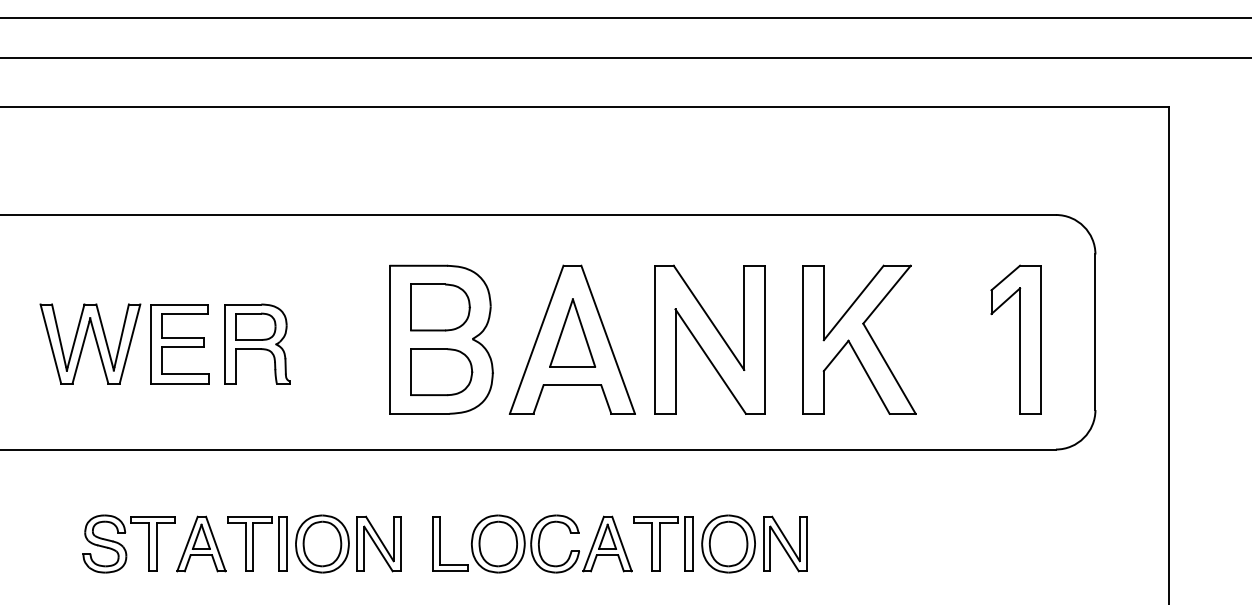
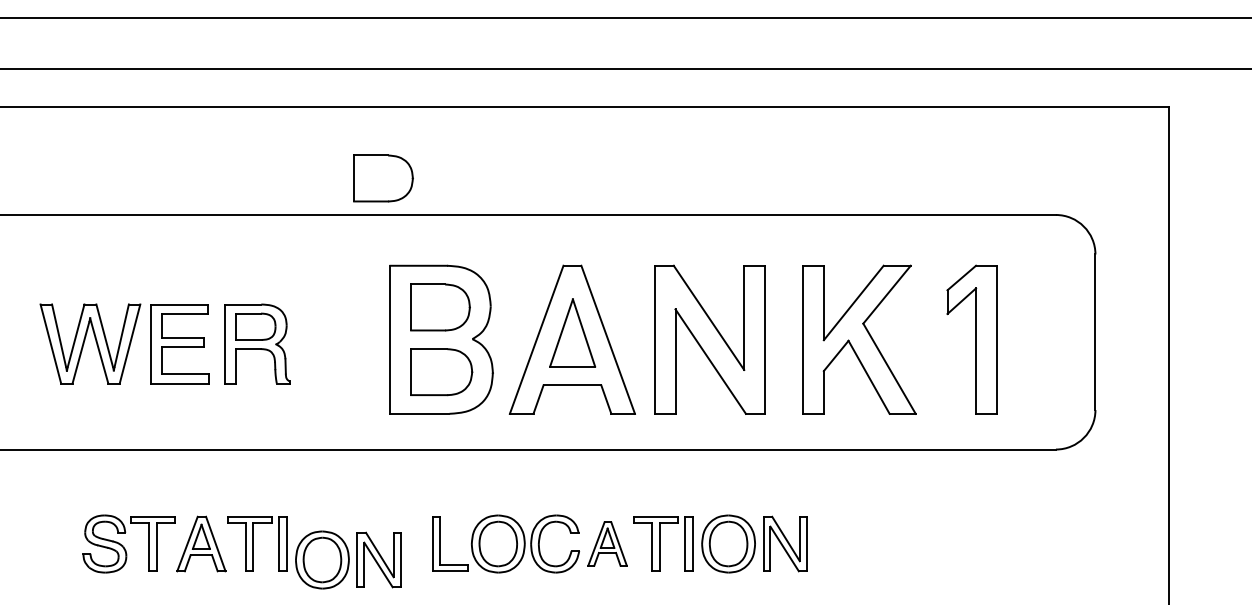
line at (625, 57) position: (625, 57) -> (625, 68)
part at (383, 178): none -> present
part at (1015, 339) position: (1015, 339) -> (971, 339)
part at (348, 543) position: (348, 543) -> (348, 559)
part at (607, 543) size: 51x58 px -> 41x46 px
